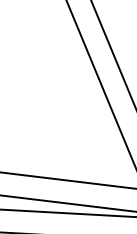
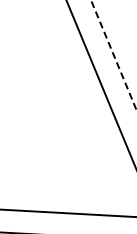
line at (114, 55): solid -> dashed
line at (67, 180): present -> none
line at (67, 203): present -> none
